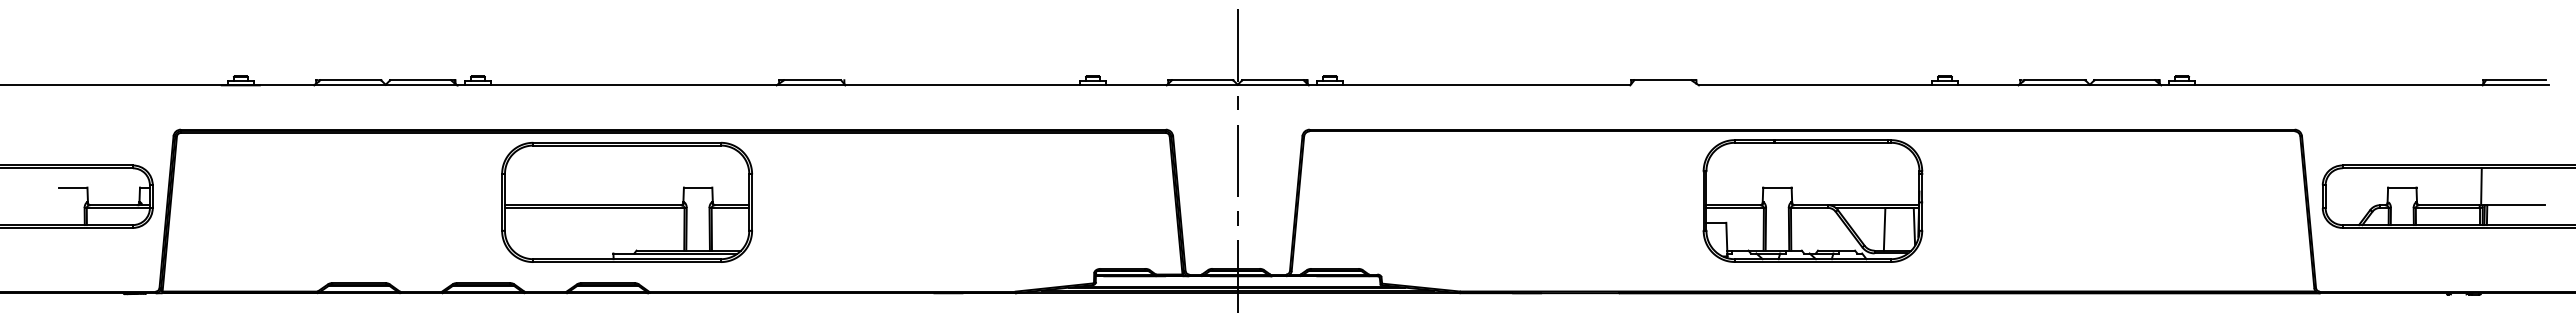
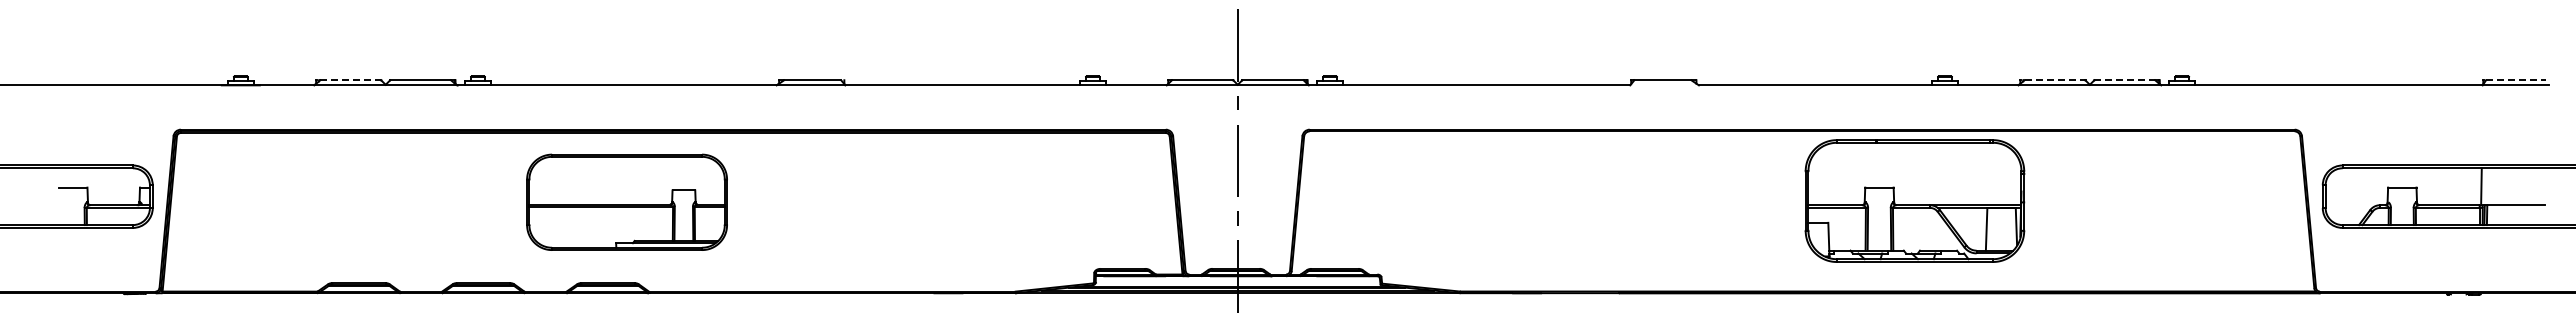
line at (351, 80): solid -> dashed
line at (2055, 80): solid -> dashed
line at (2125, 80): solid -> dashed
line at (2515, 80): solid -> dashed
part at (1812, 200) position: (1812, 200) -> (1914, 200)
part at (626, 201) size: 252x122 px -> 202x98 px
